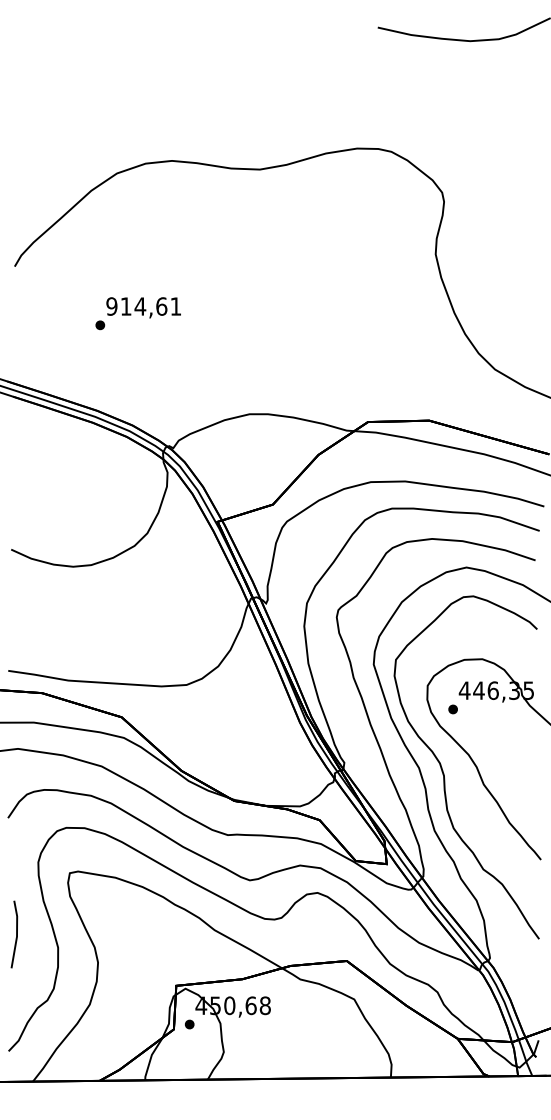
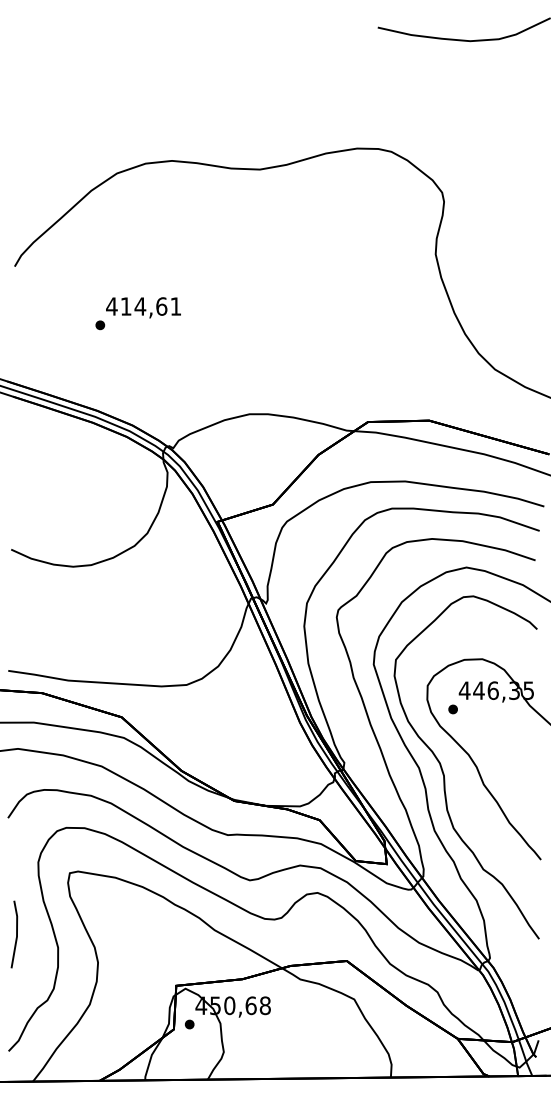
text at (111, 306): 914,61 -> 414,61
